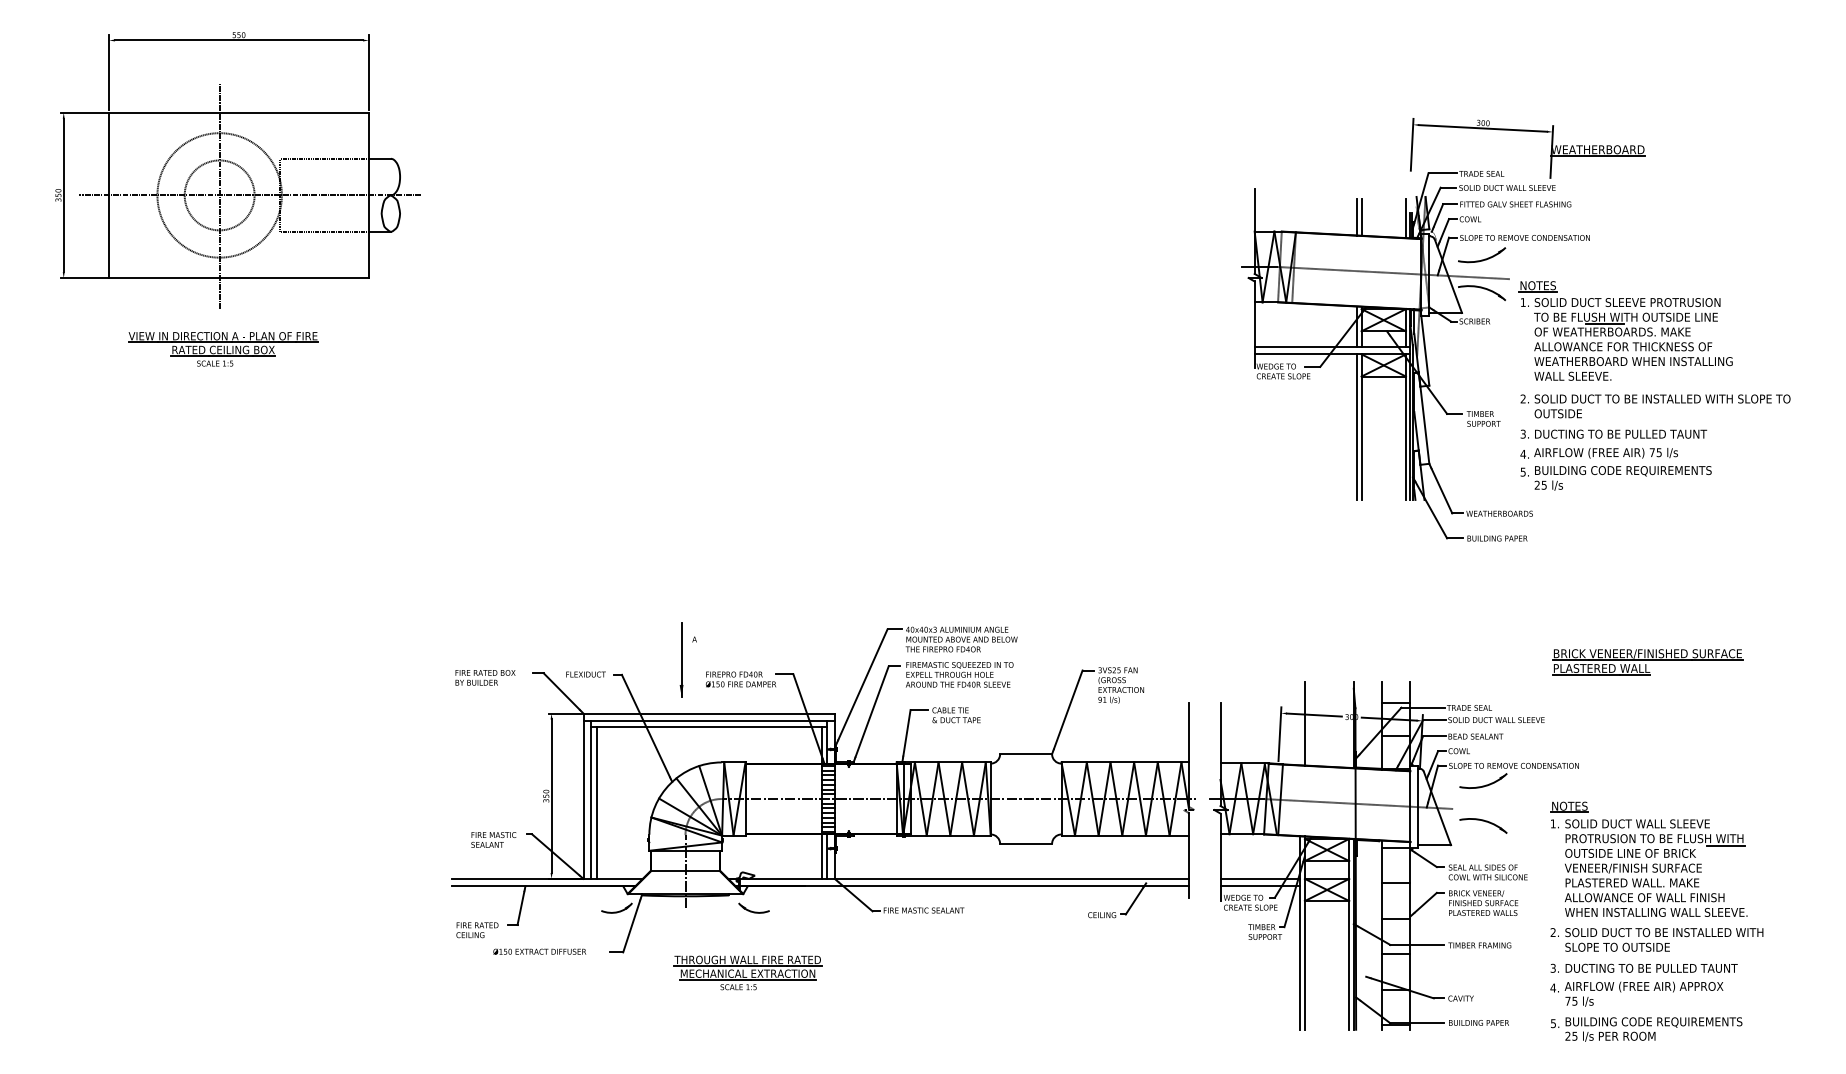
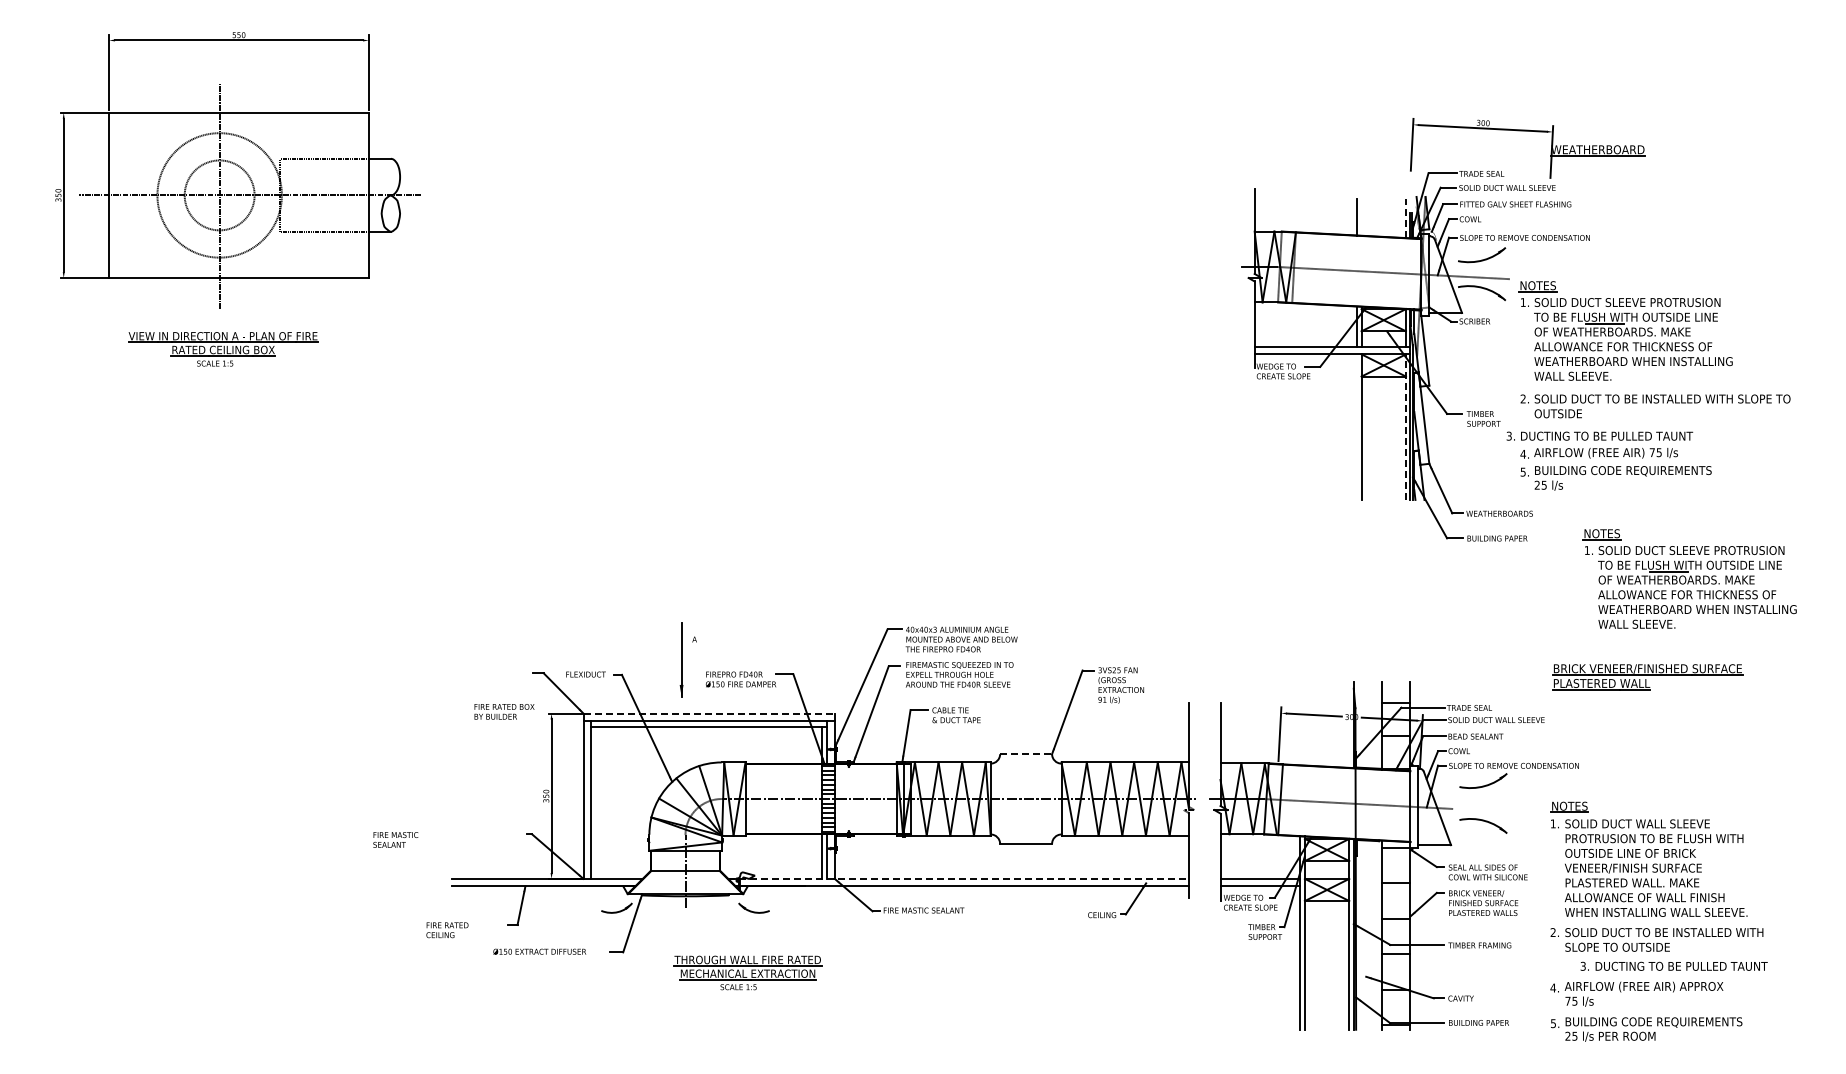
line at (1361, 216): present -> none
line at (1405, 218): solid -> dashed
line at (1357, 426): present -> none
line at (1405, 427): solid -> dashed
text at (1613, 433) position: (1613, 433) -> (1599, 435)
part at (1689, 578): none -> present
part at (1647, 662) position: (1647, 662) -> (1647, 677)
text at (485, 677) position: (485, 677) -> (504, 711)
line at (709, 713): solid -> dashed
line at (1304, 723): present -> none
line at (1026, 754): solid -> dashed
line at (596, 802): present -> none
text at (493, 839) position: (493, 839) -> (395, 839)
line at (1725, 846): present -> none
line at (959, 878): solid -> dashed
text at (477, 930) position: (477, 930) -> (447, 930)
text at (1643, 967) position: (1643, 967) -> (1673, 965)
